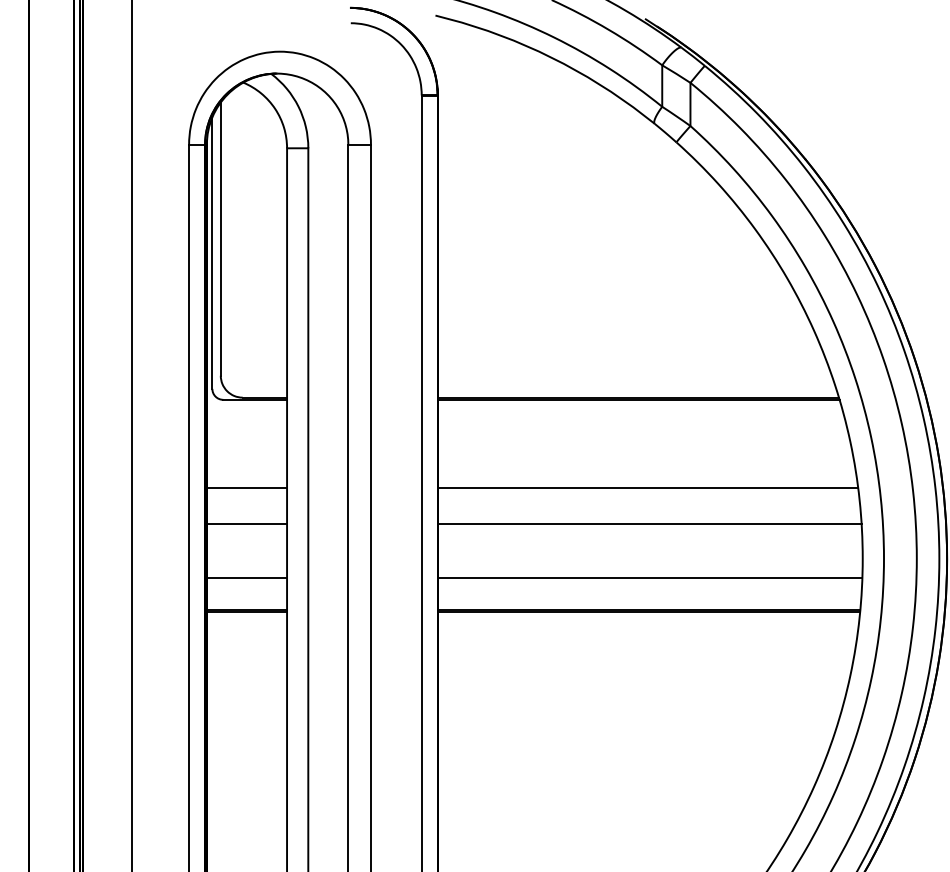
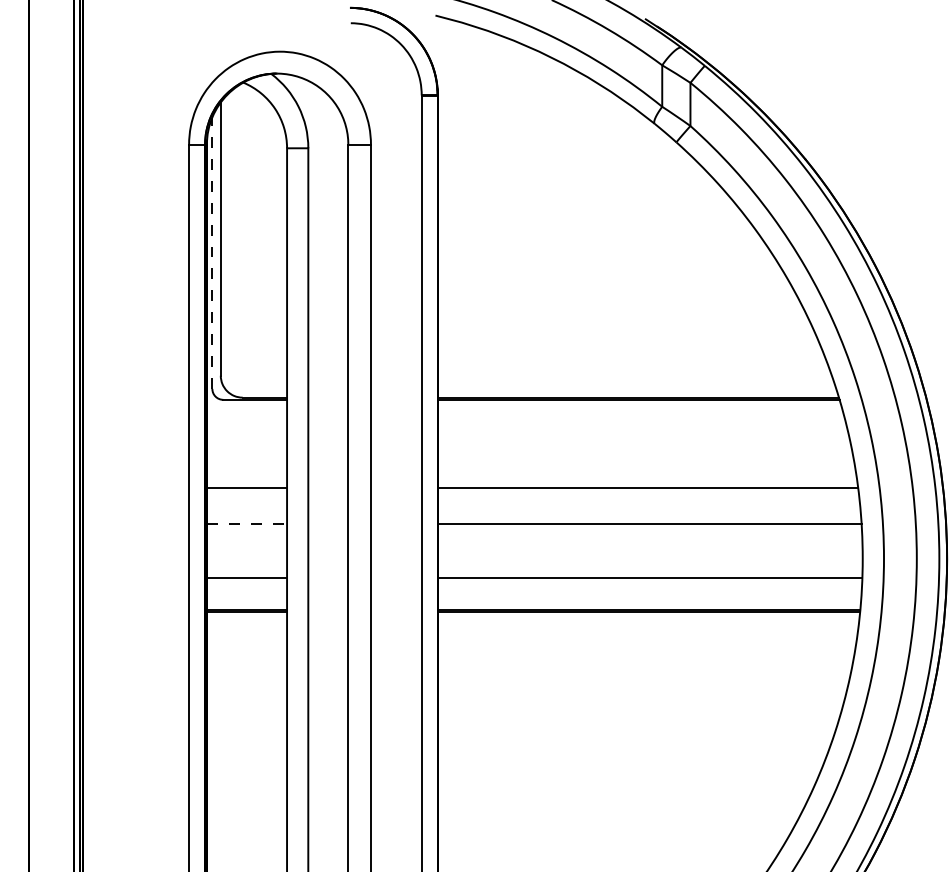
line at (212, 253): solid -> dashed
line at (131, 435): present -> none
line at (247, 524): solid -> dashed
